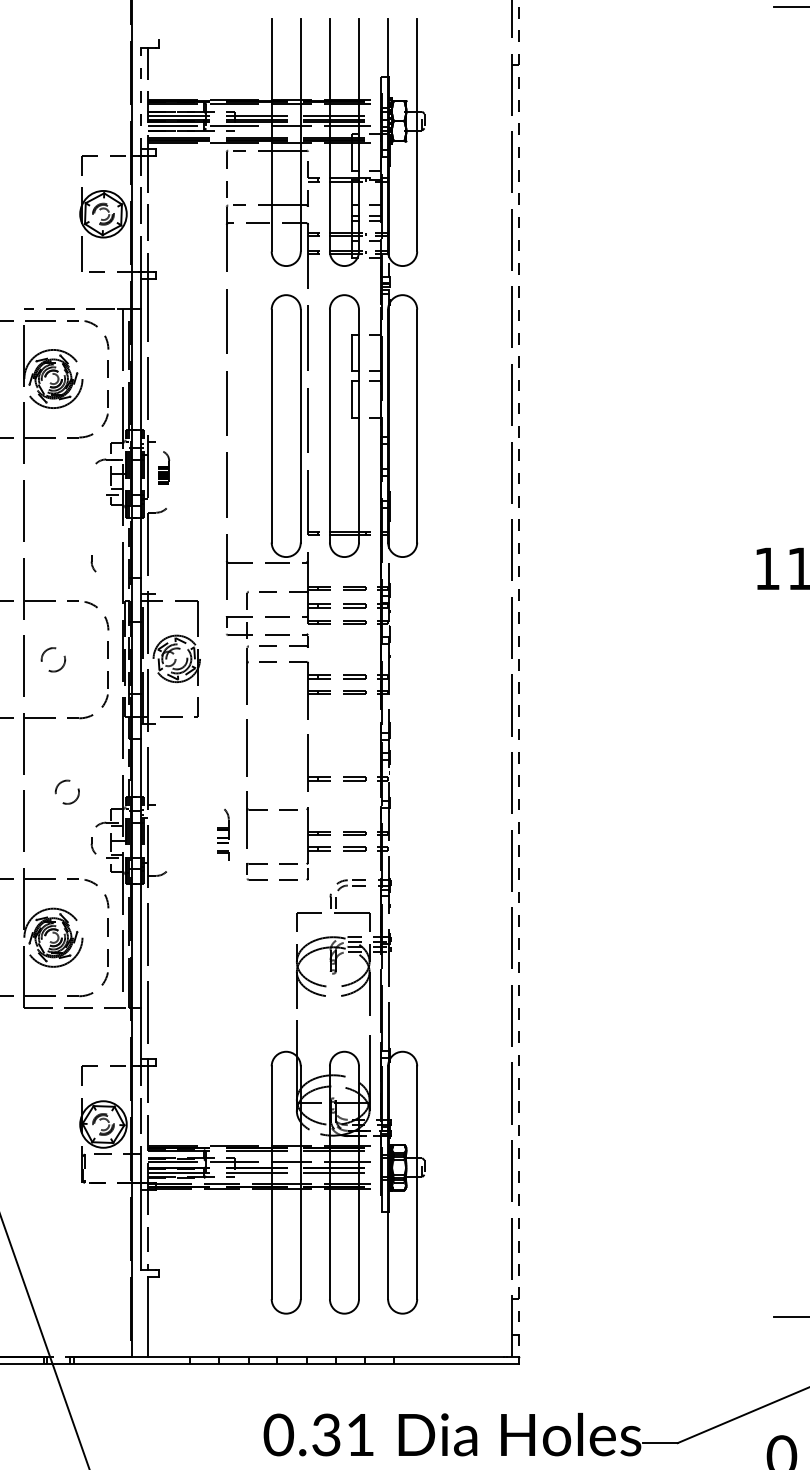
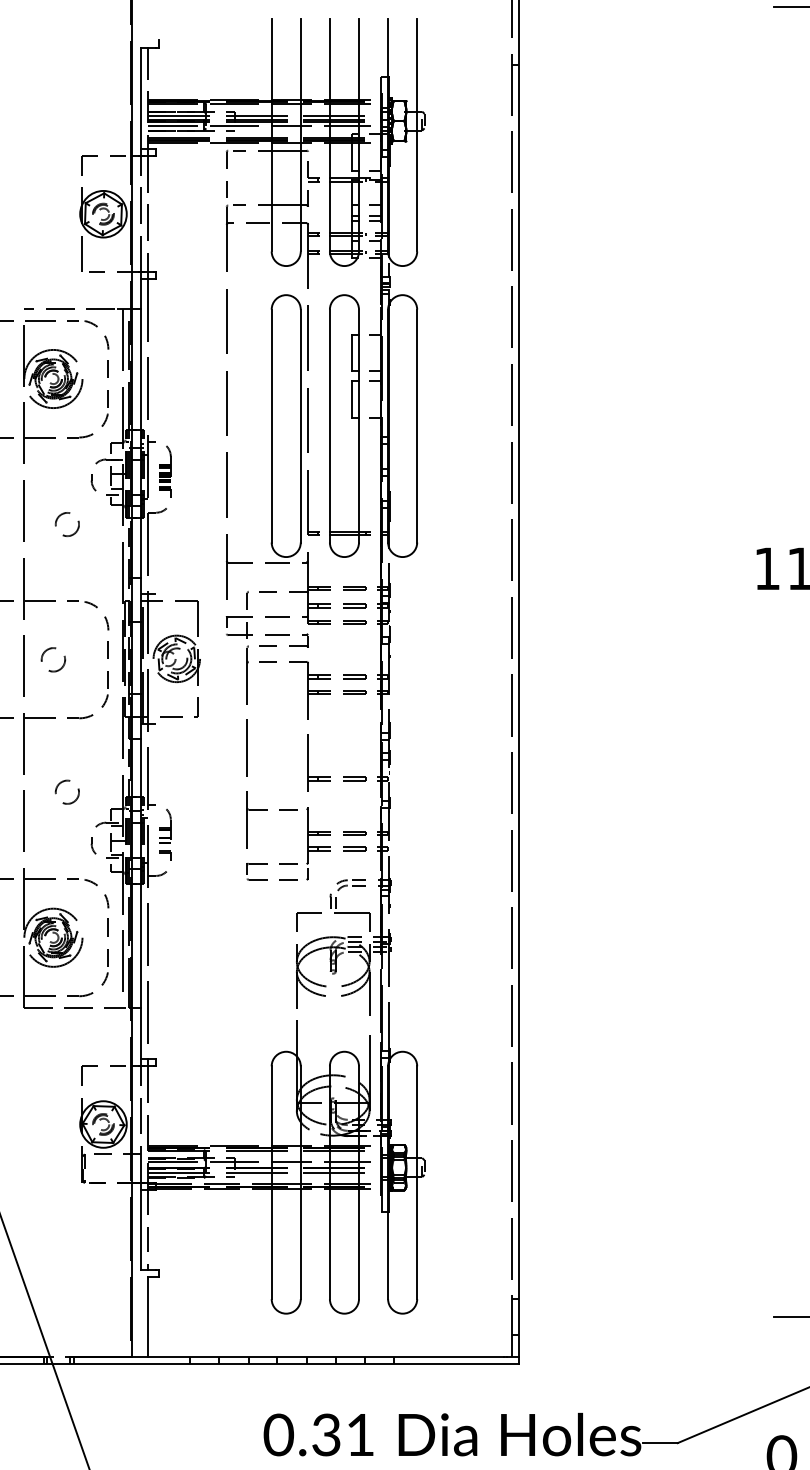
line at (140, 98): dashed -> solid
part at (164, 467) size: 13x34 px -> 13x53 px
circle at (66, 524): none -> present
part at (93, 563) position: (93, 563) -> (93, 482)
line at (519, 679): dashed -> solid
part at (223, 834) position: (223, 834) -> (165, 834)
